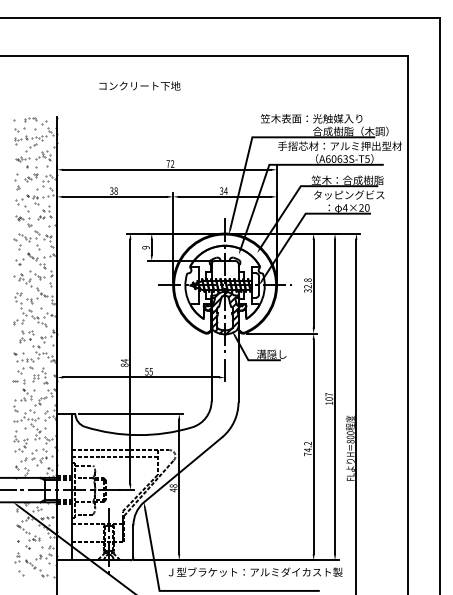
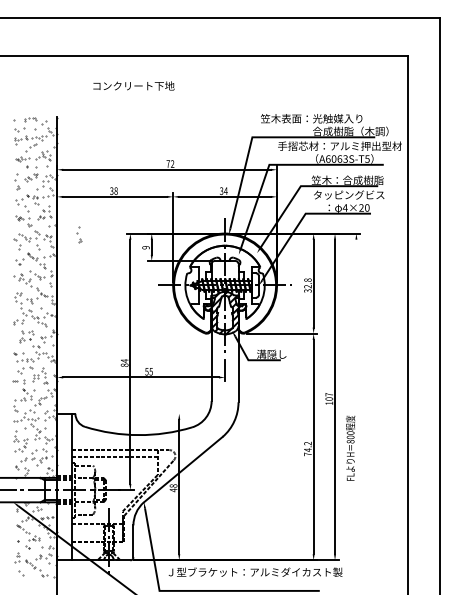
text at (139, 85) position: (139, 85) -> (133, 85)
part at (79, 234): none -> present
line at (131, 413): present -> none
line at (356, 415): present -> none
